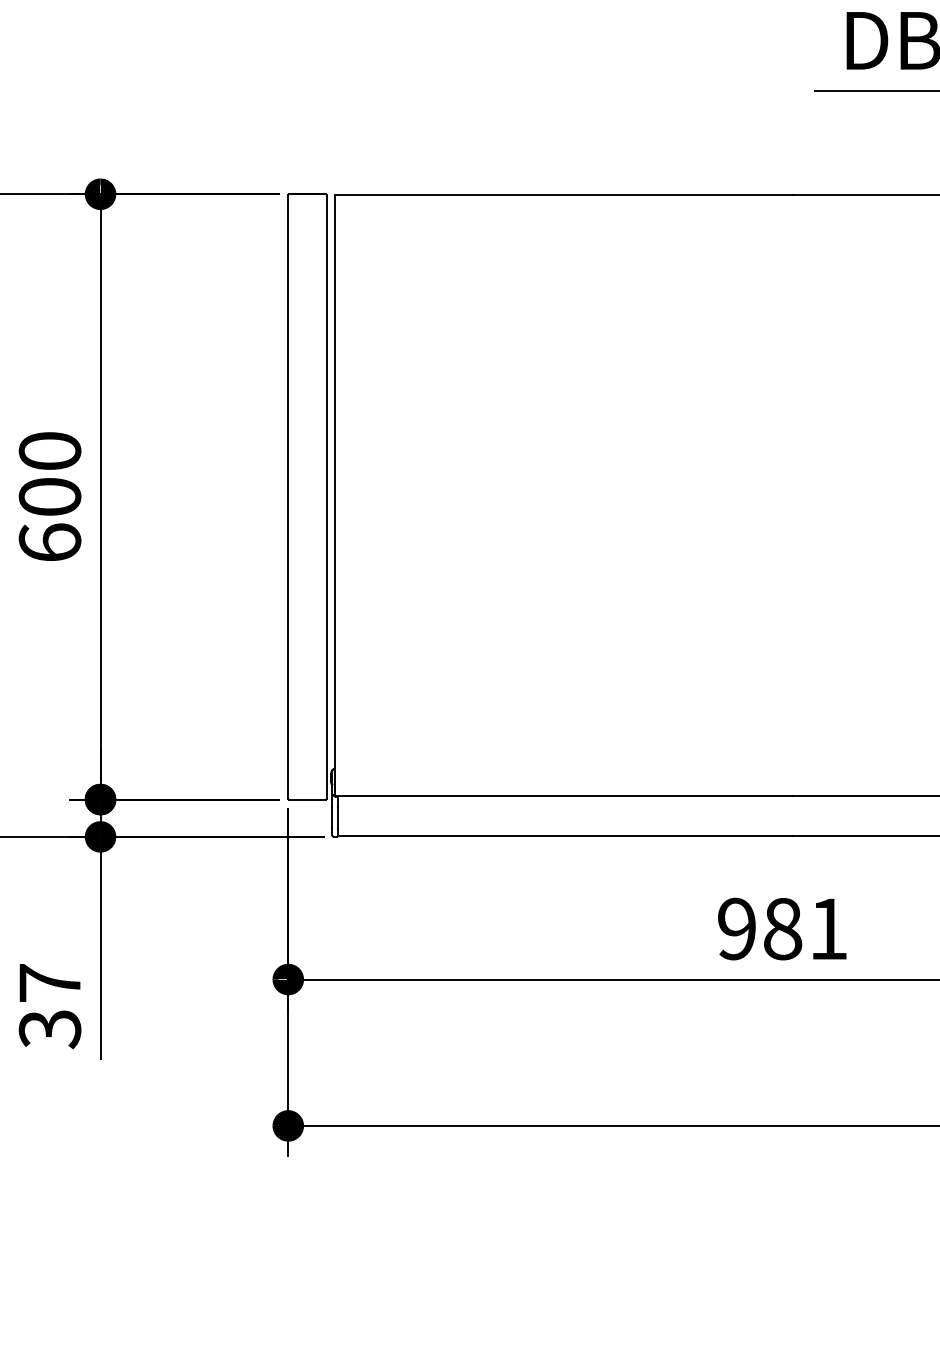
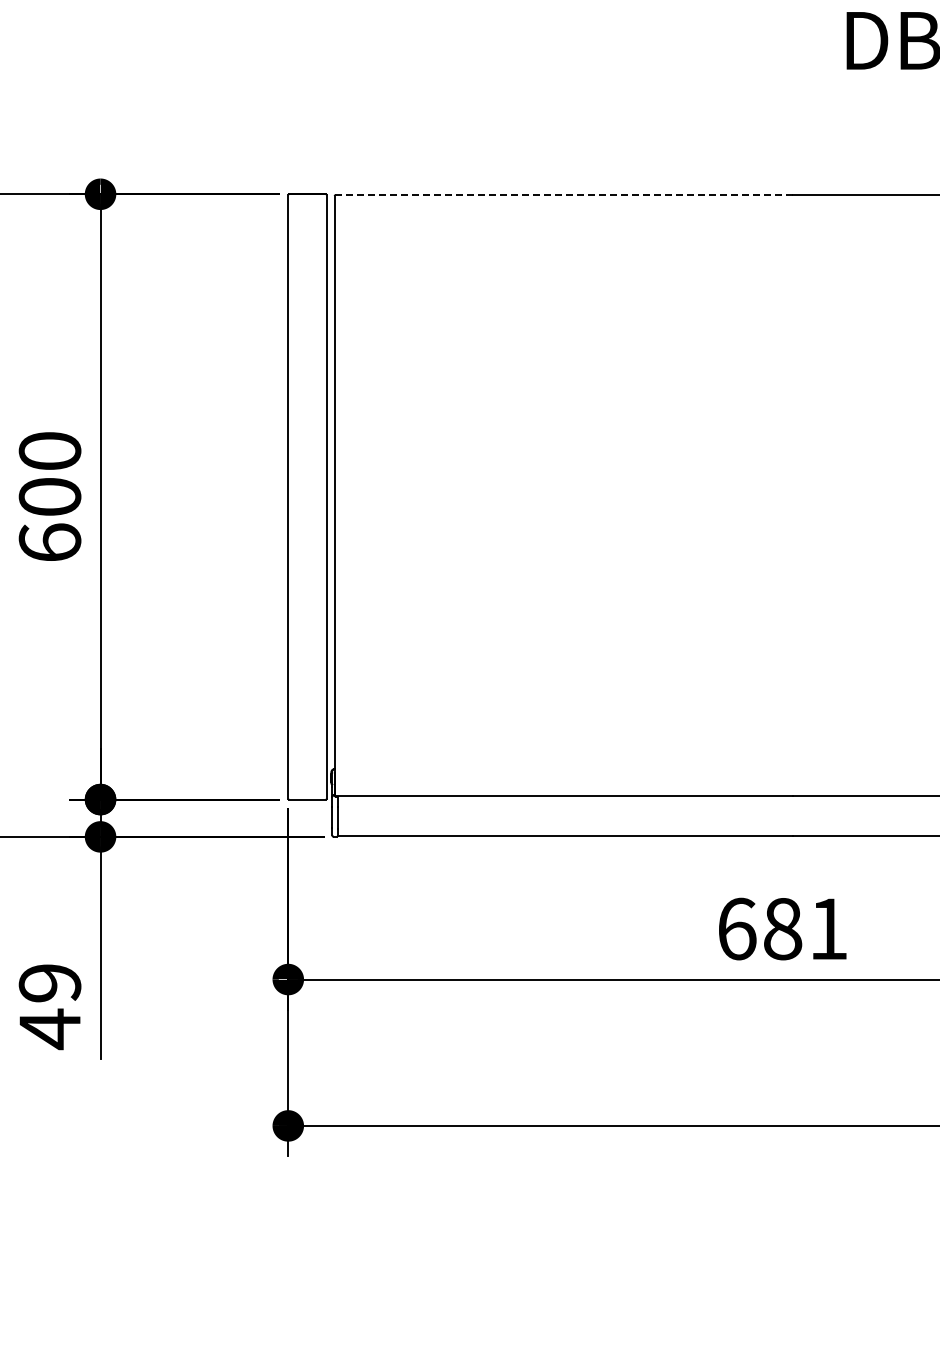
line at (875, 90): present -> none
line at (564, 195): solid -> dashed
text at (737, 928): 981 -> 681
text at (49, 1007): 37 -> 49
